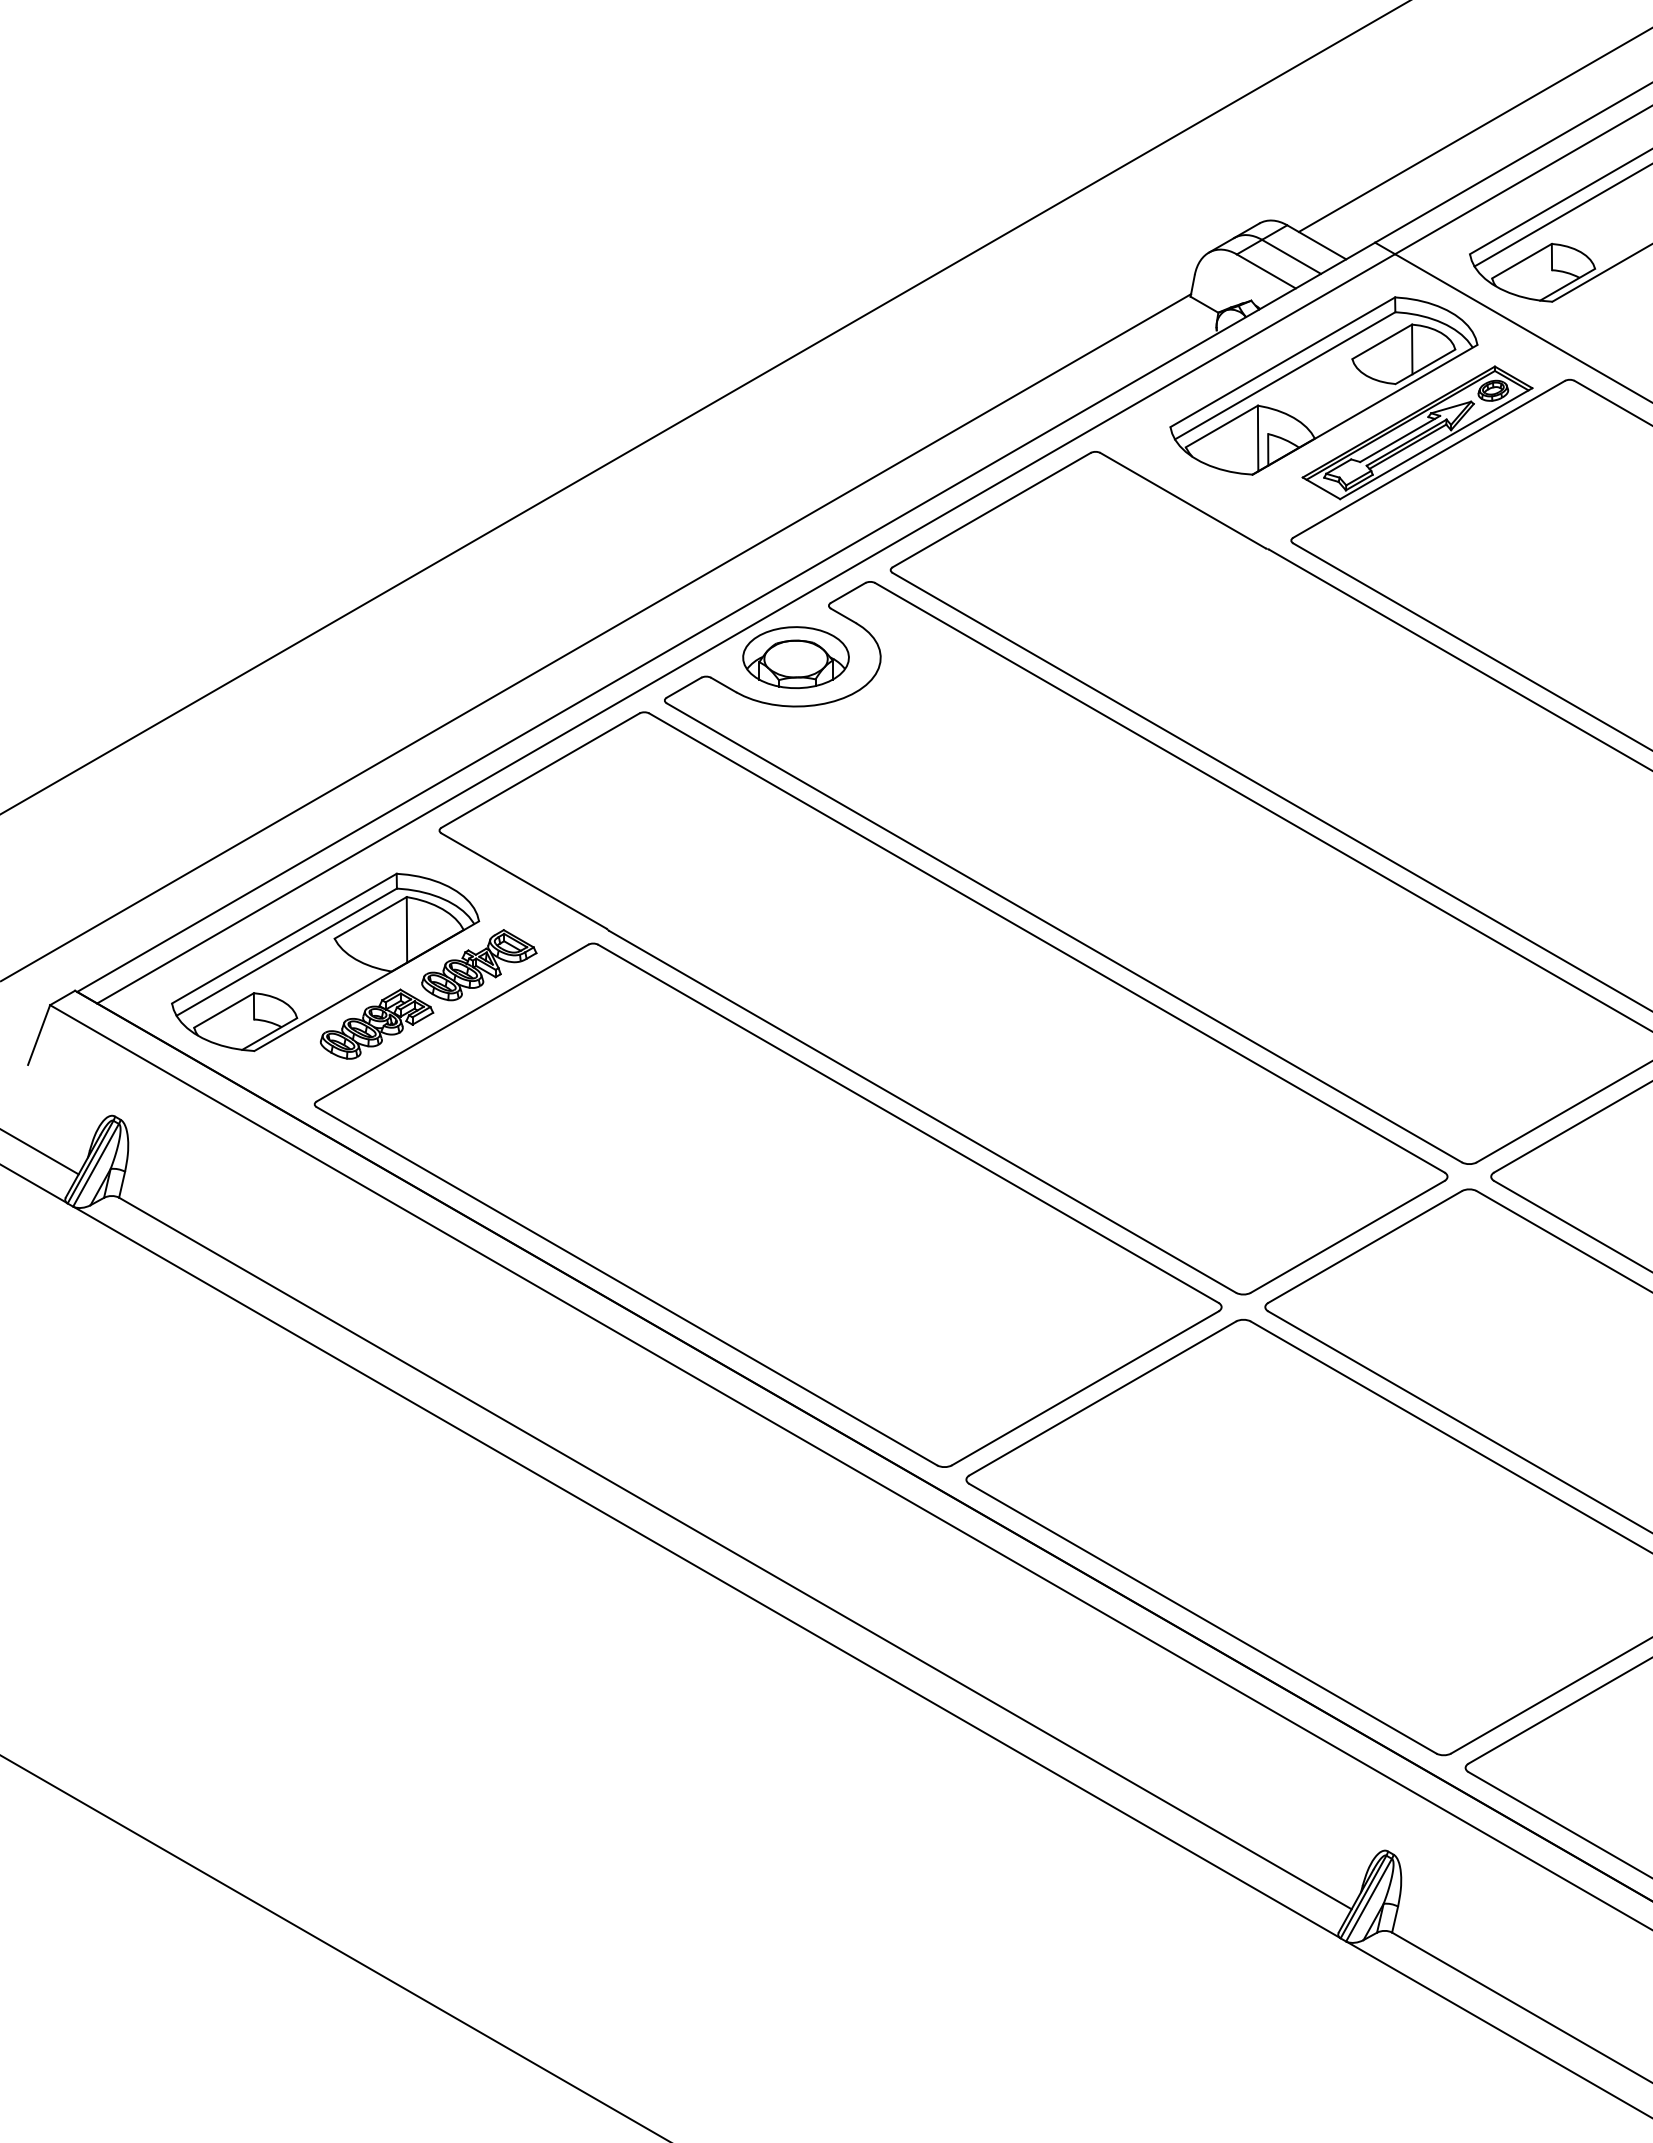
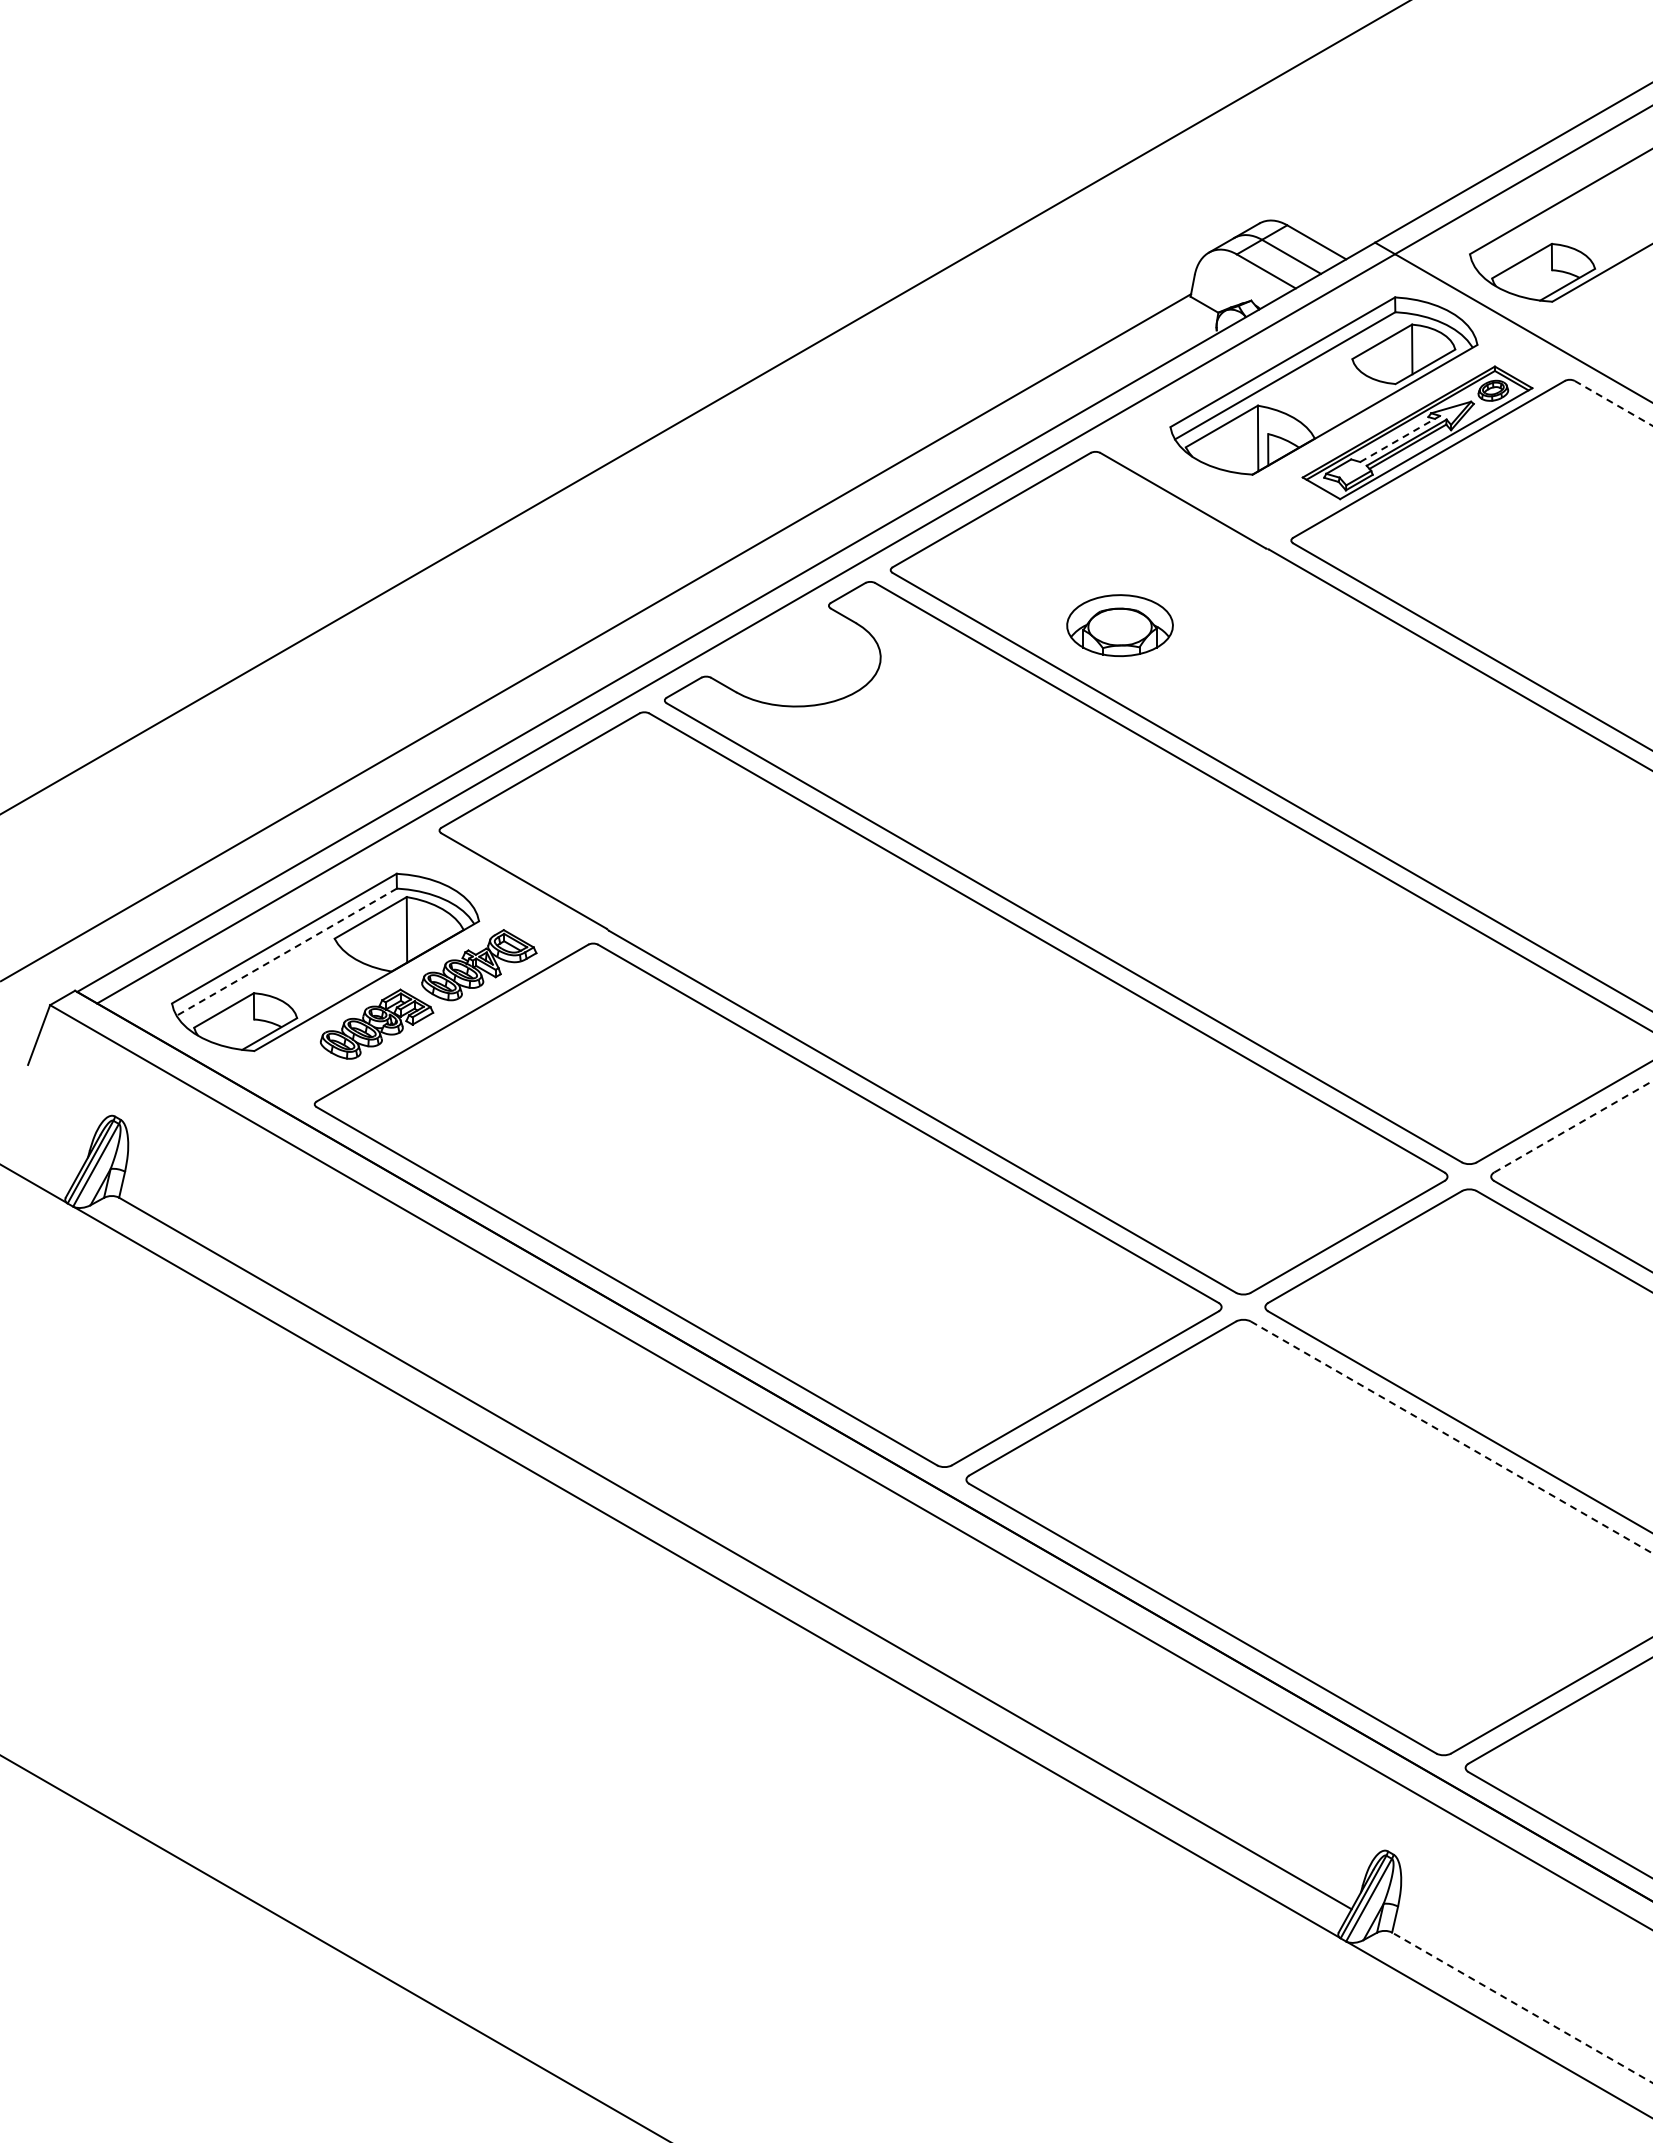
line at (1473, 130): present -> none
line at (1561, 215): present -> none
line at (1613, 403): solid -> dashed
line at (1400, 438): solid -> dashed
part at (795, 657) position: (795, 657) -> (1119, 625)
line at (286, 952): solid -> dashed
line at (1573, 1126): solid -> dashed
line at (40, 1152): present -> none
line at (1452, 1437): solid -> dashed
line at (1521, 2007): solid -> dashed
